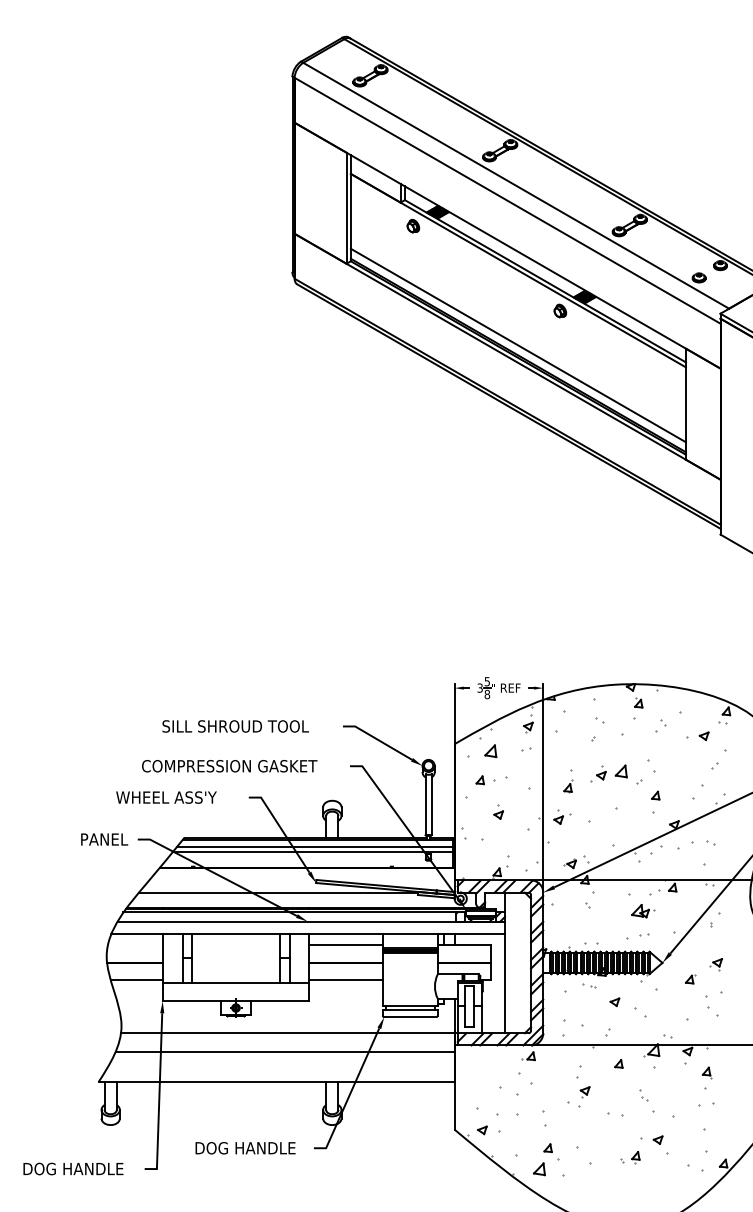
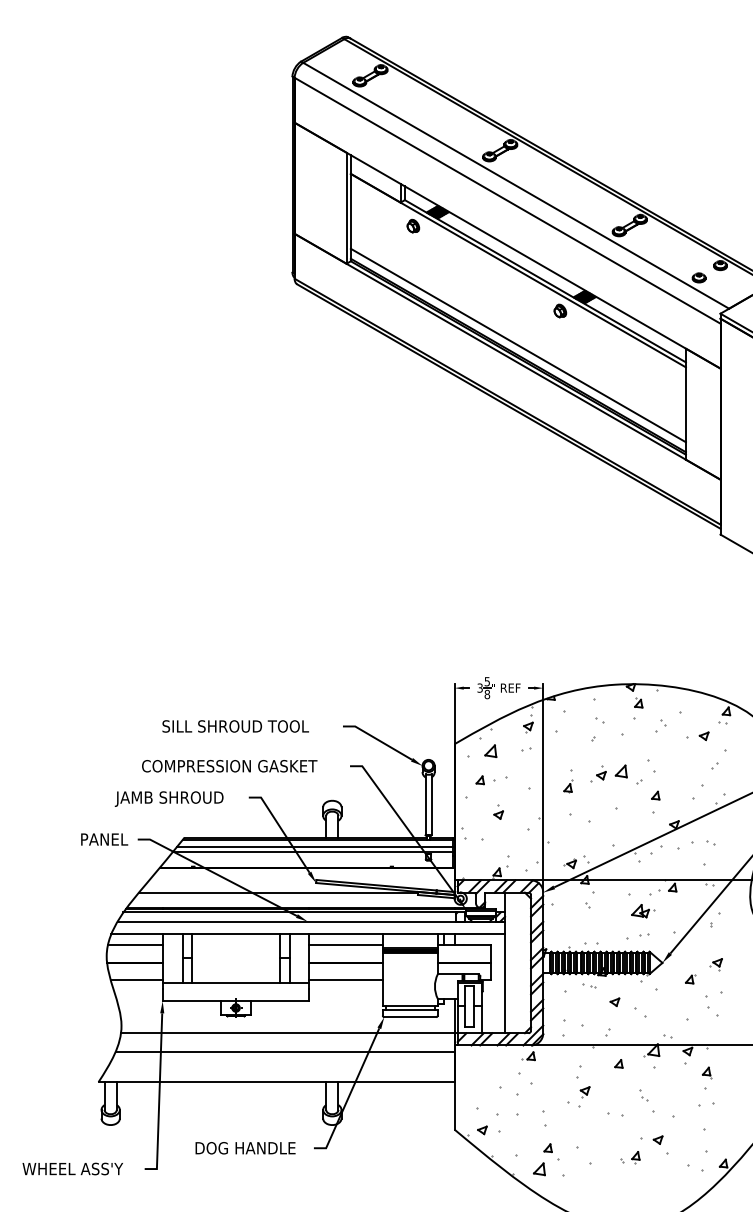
text at (168, 798): WHEEL ASS'Y -> JAMB SHROUD
part at (558, 816): present -> none
line at (134, 945): none -> present
text at (72, 1168): DOG HANDLE -> WHEEL ASS'Y
